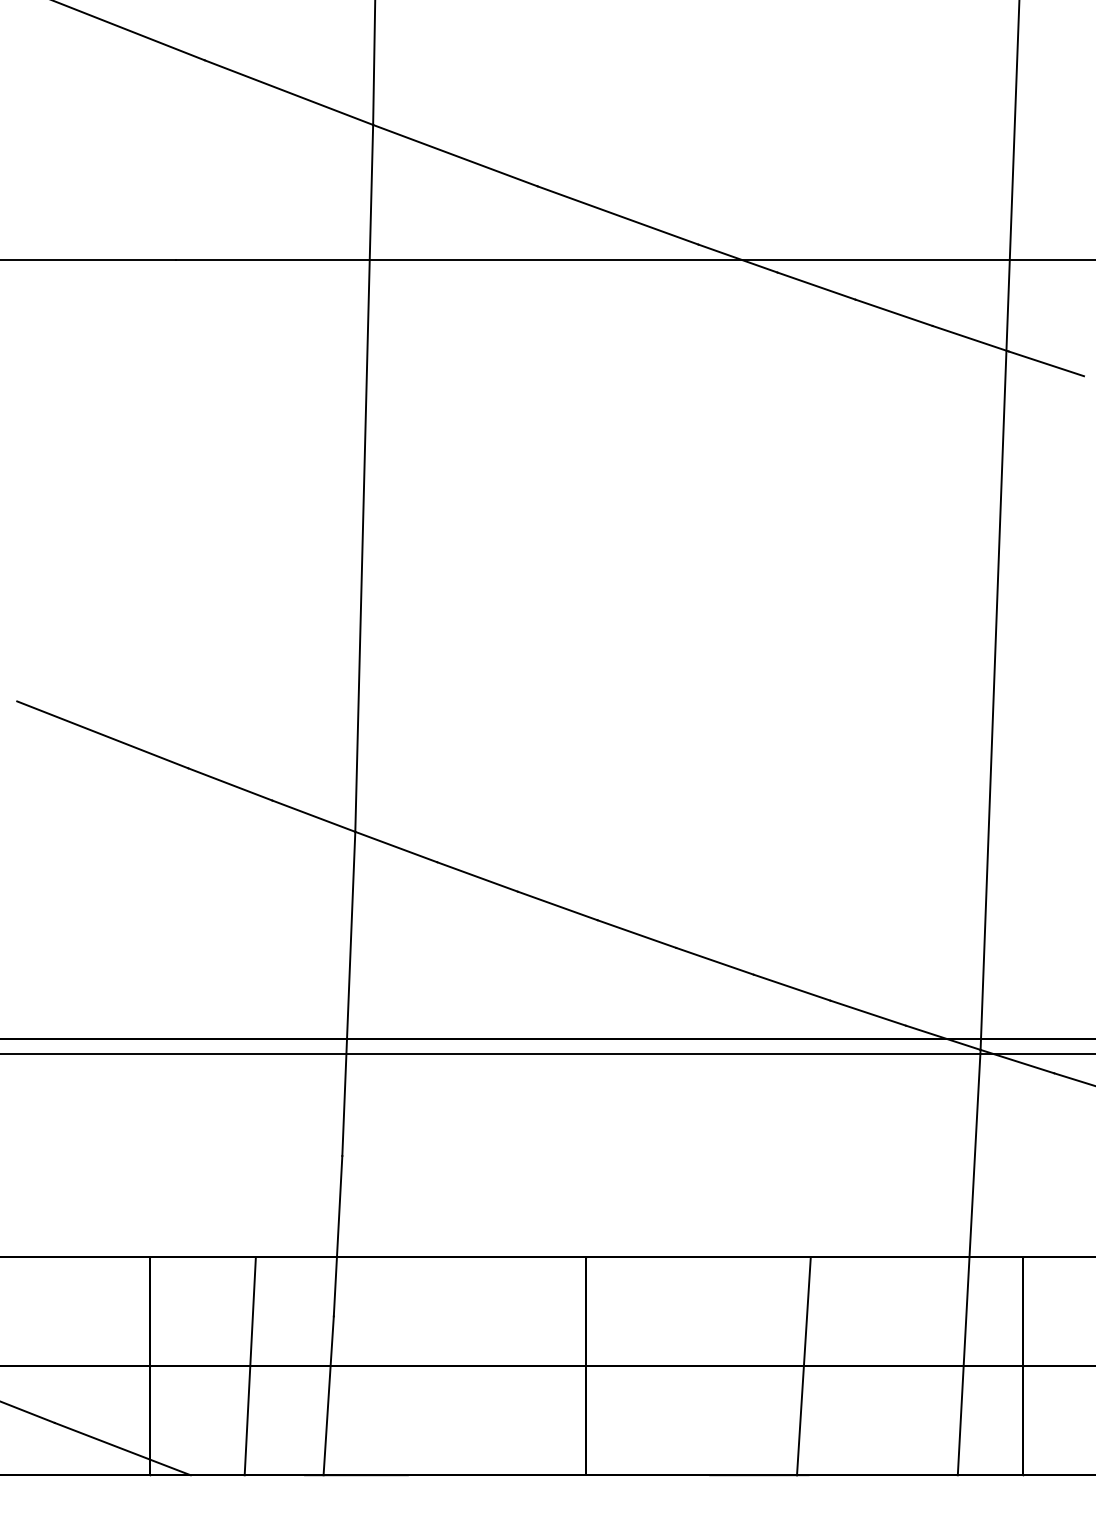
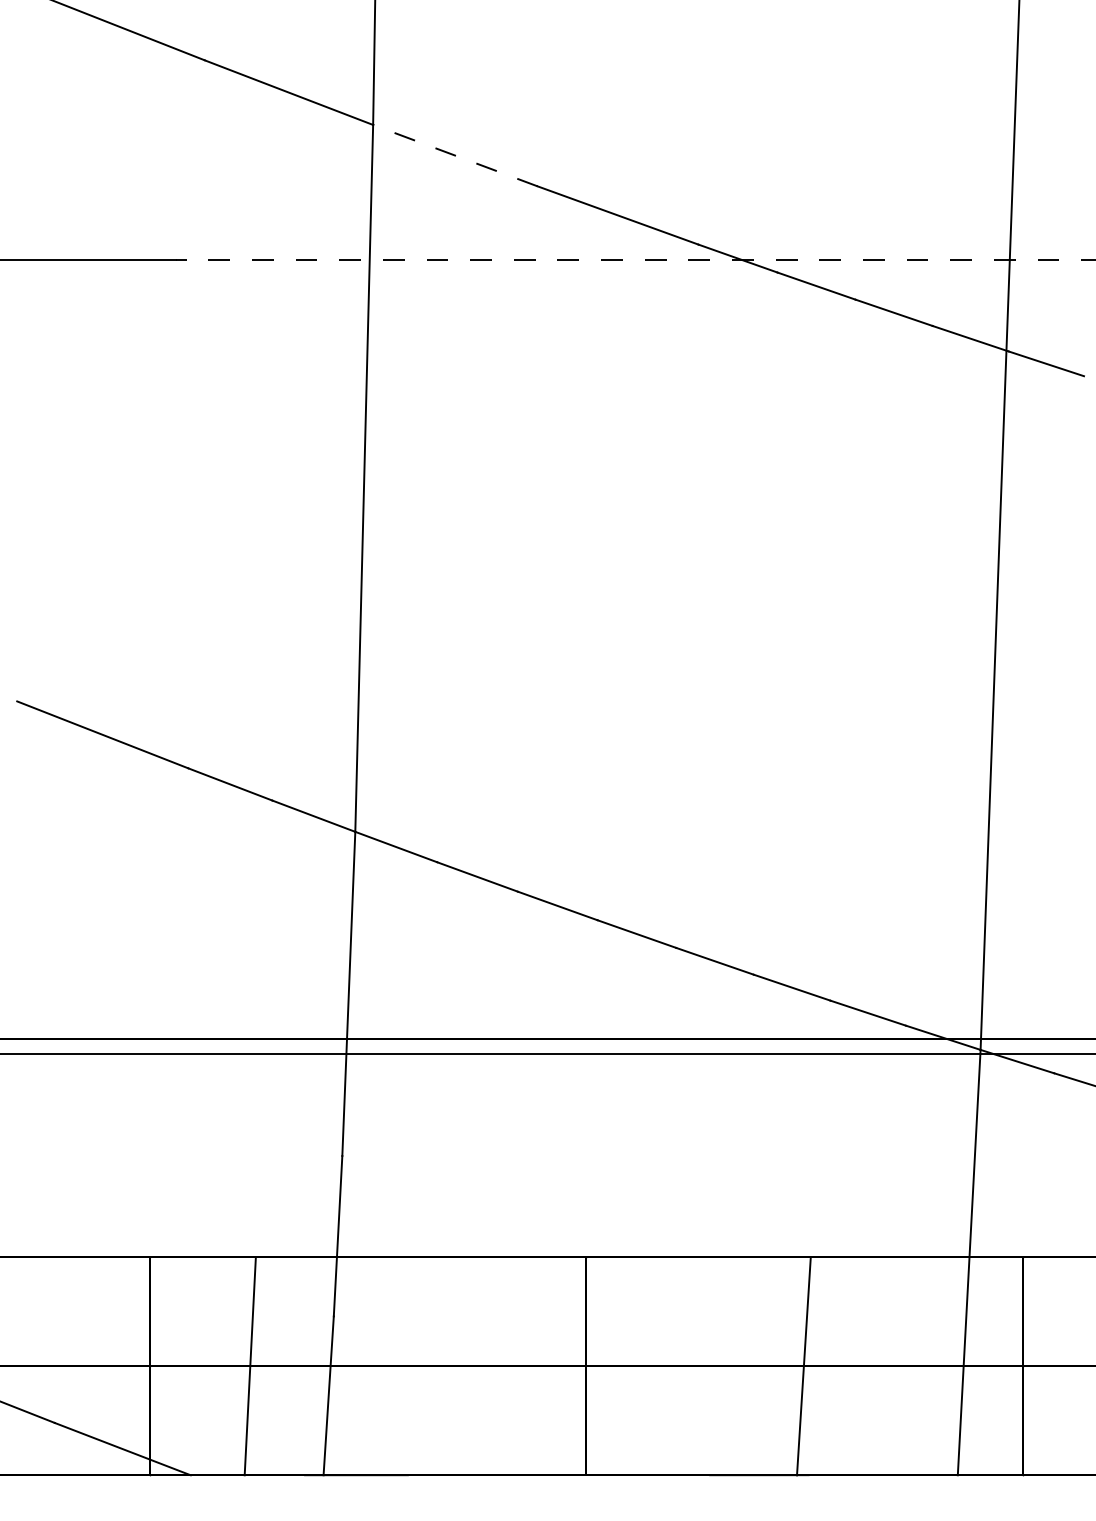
line at (455, 155): solid -> dashed
line at (636, 259): solid -> dashed
